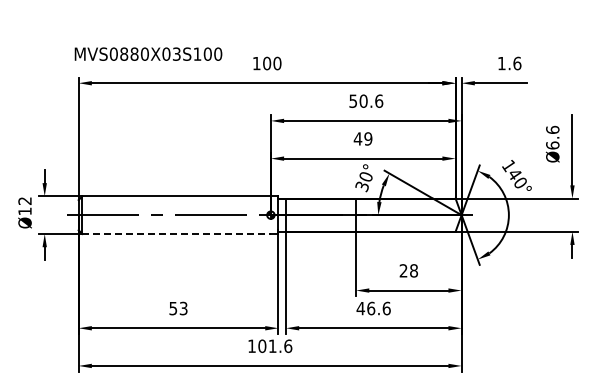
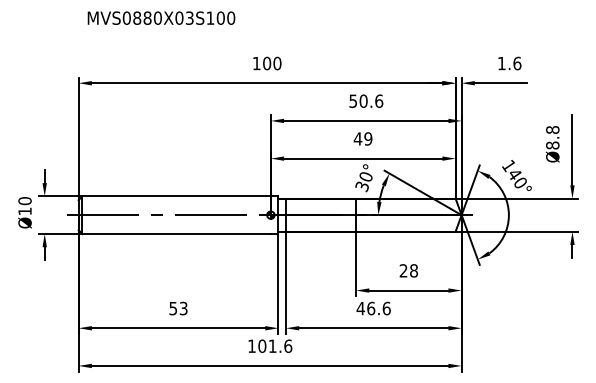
text at (148, 53) position: (148, 53) -> (161, 17)
text at (552, 137): Ø6.6 -> Ø8.8
text at (24, 201): Ø12 -> Ø10
line at (177, 234): dashed -> solid
